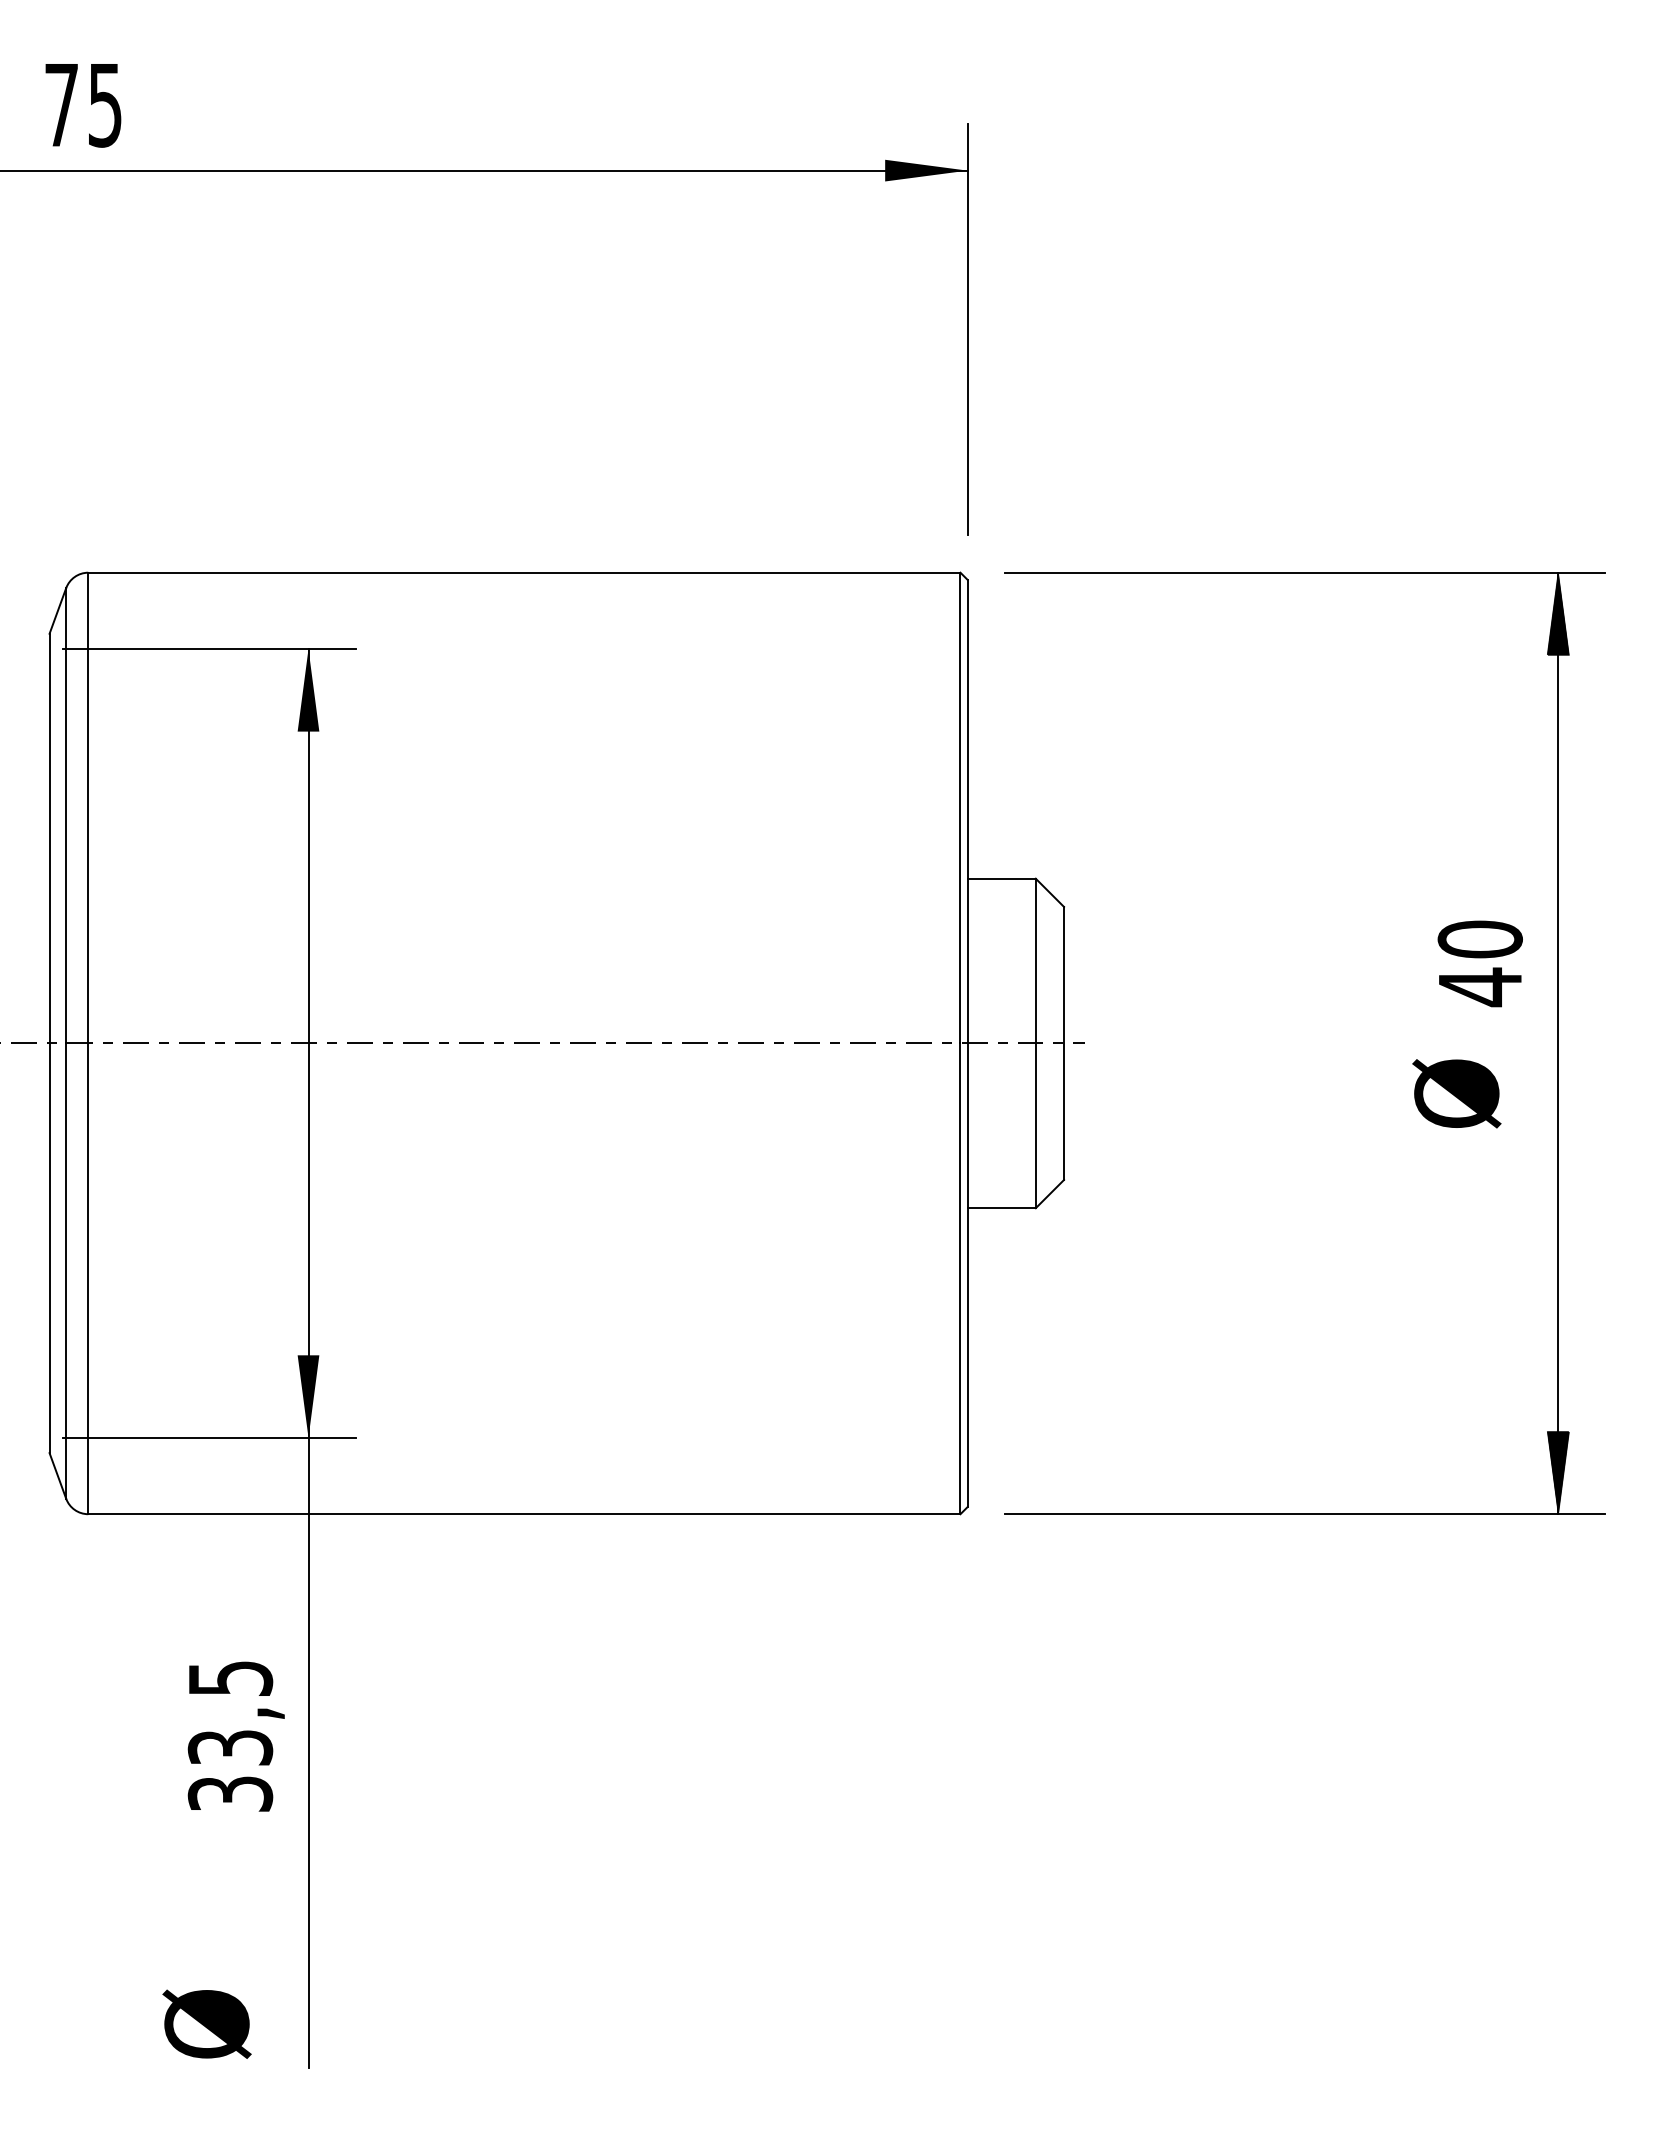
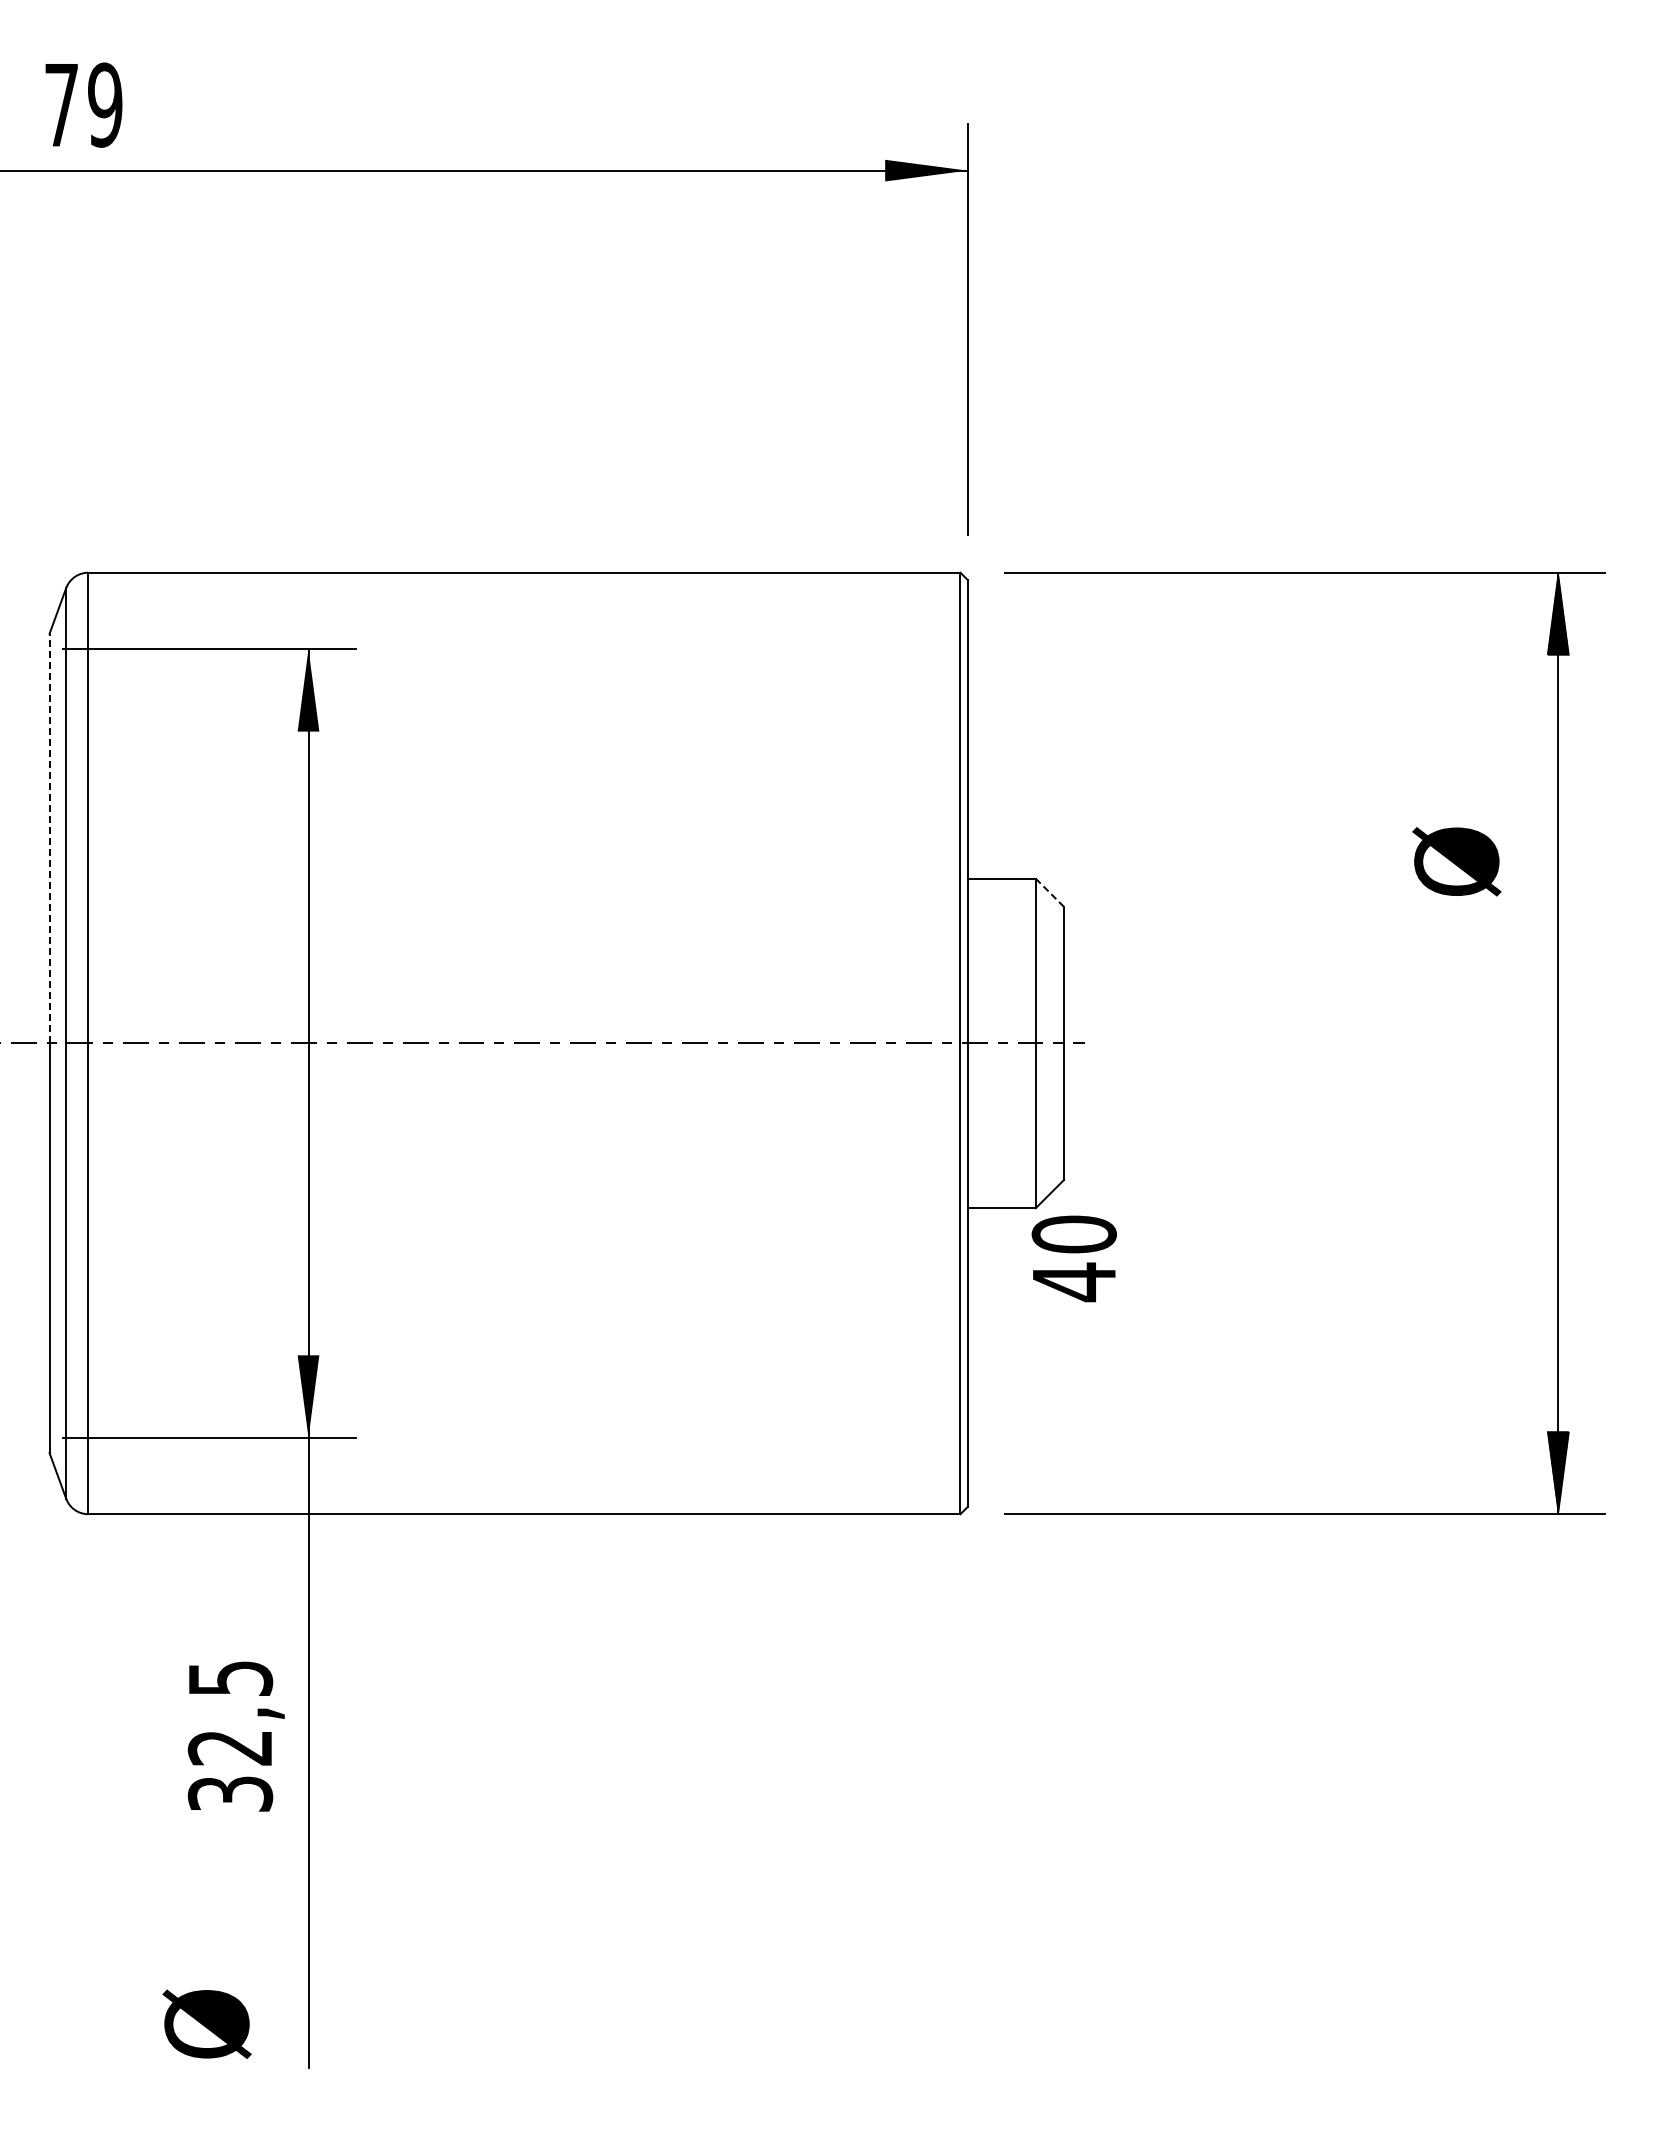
text at (105, 104): 75 -> 79
line at (49, 838): solid -> dashed
line at (1049, 892): solid -> dashed
text at (1479, 963) position: (1479, 963) -> (1073, 1258)
text at (1456, 1093) position: (1456, 1093) -> (1456, 861)
text at (230, 1747): 33,5 -> 32,5
